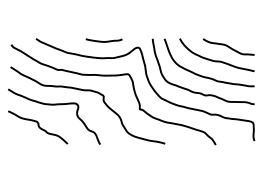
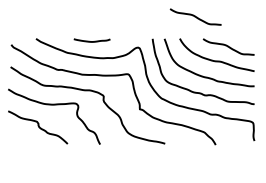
curve at (195, 16): none -> present
curve at (103, 41) position: (103, 41) -> (91, 41)
